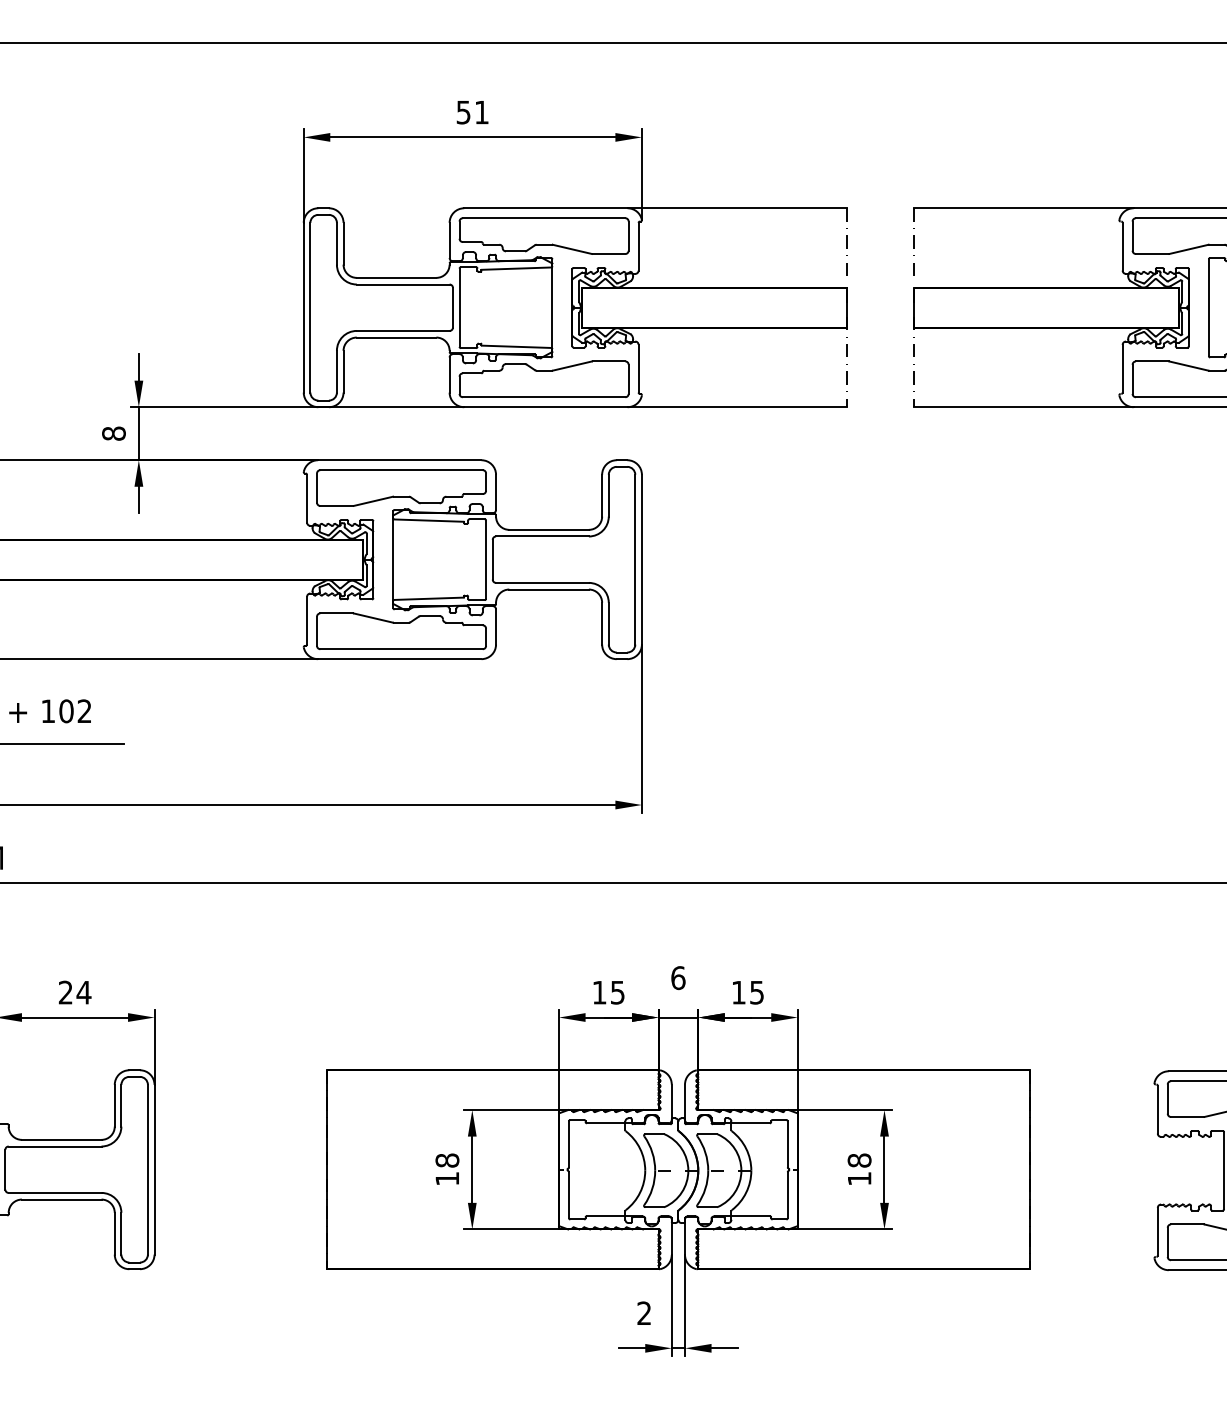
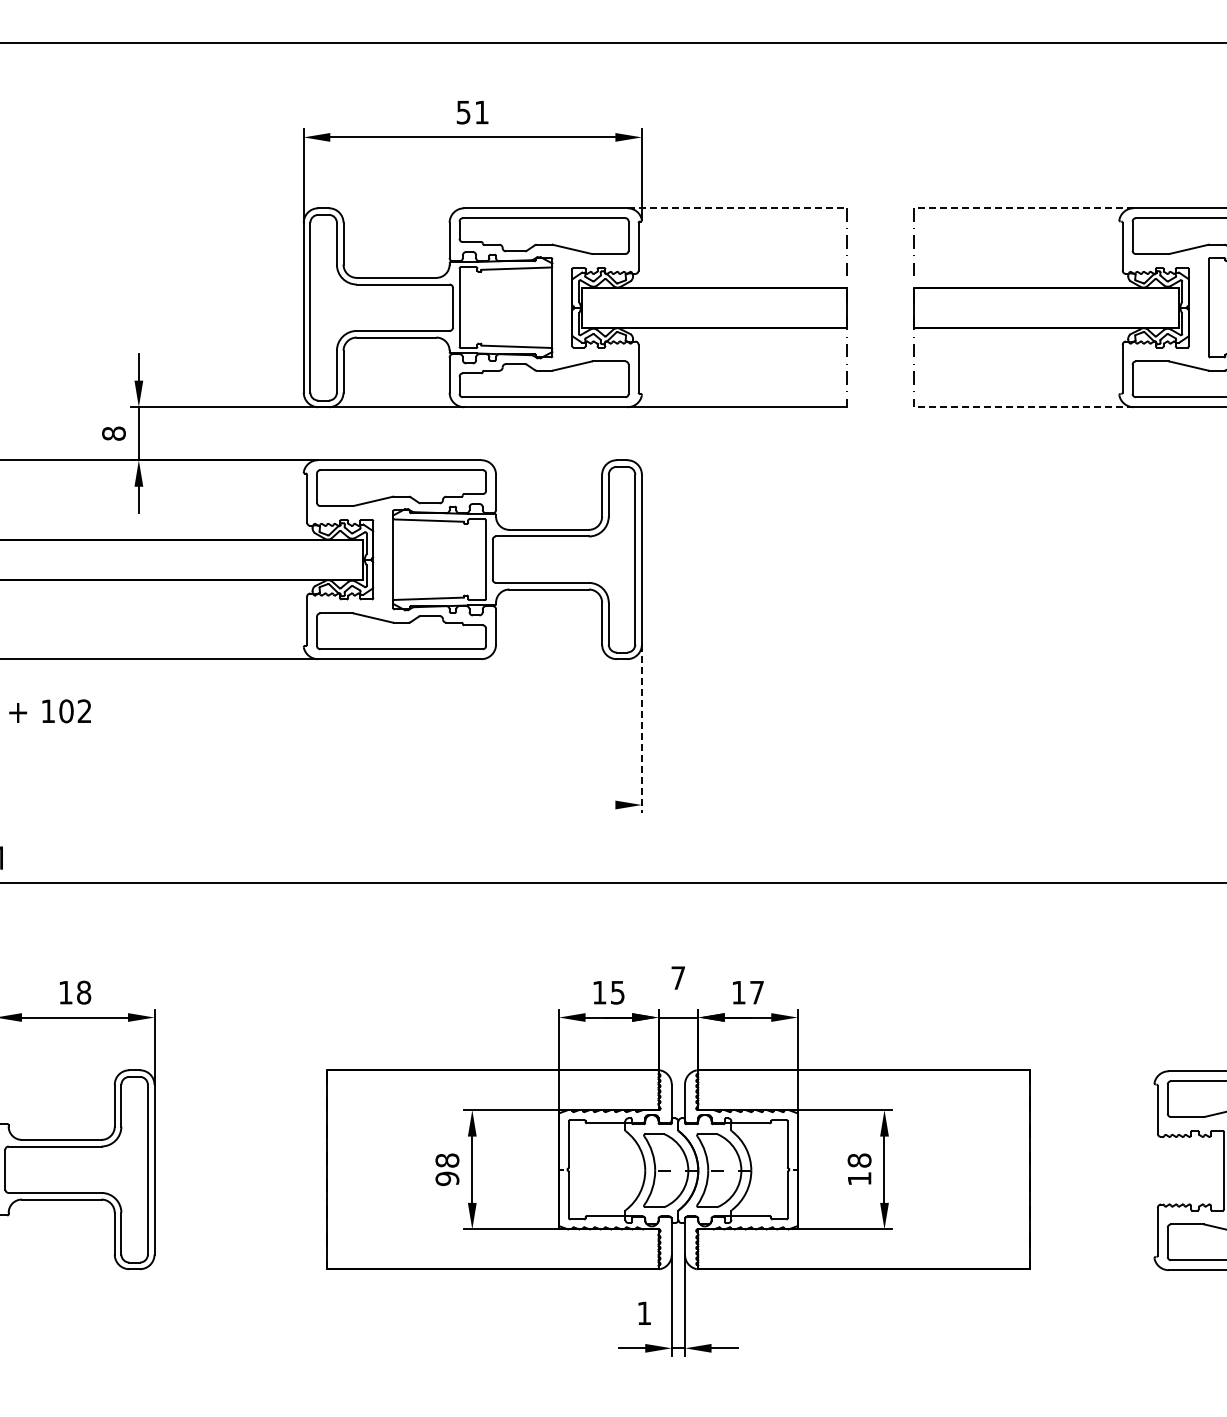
line at (737, 208): solid -> dashed
line at (1023, 208): solid -> dashed
line at (1023, 407): solid -> dashed
line at (641, 729): solid -> dashed
line at (62, 744): present -> none
line at (308, 805): present -> none
text at (678, 978): 6 -> 7
text at (74, 992): 24 -> 18
text at (756, 992): 15 -> 17
text at (447, 1178): 18 -> 98
text at (643, 1312): 2 -> 1
